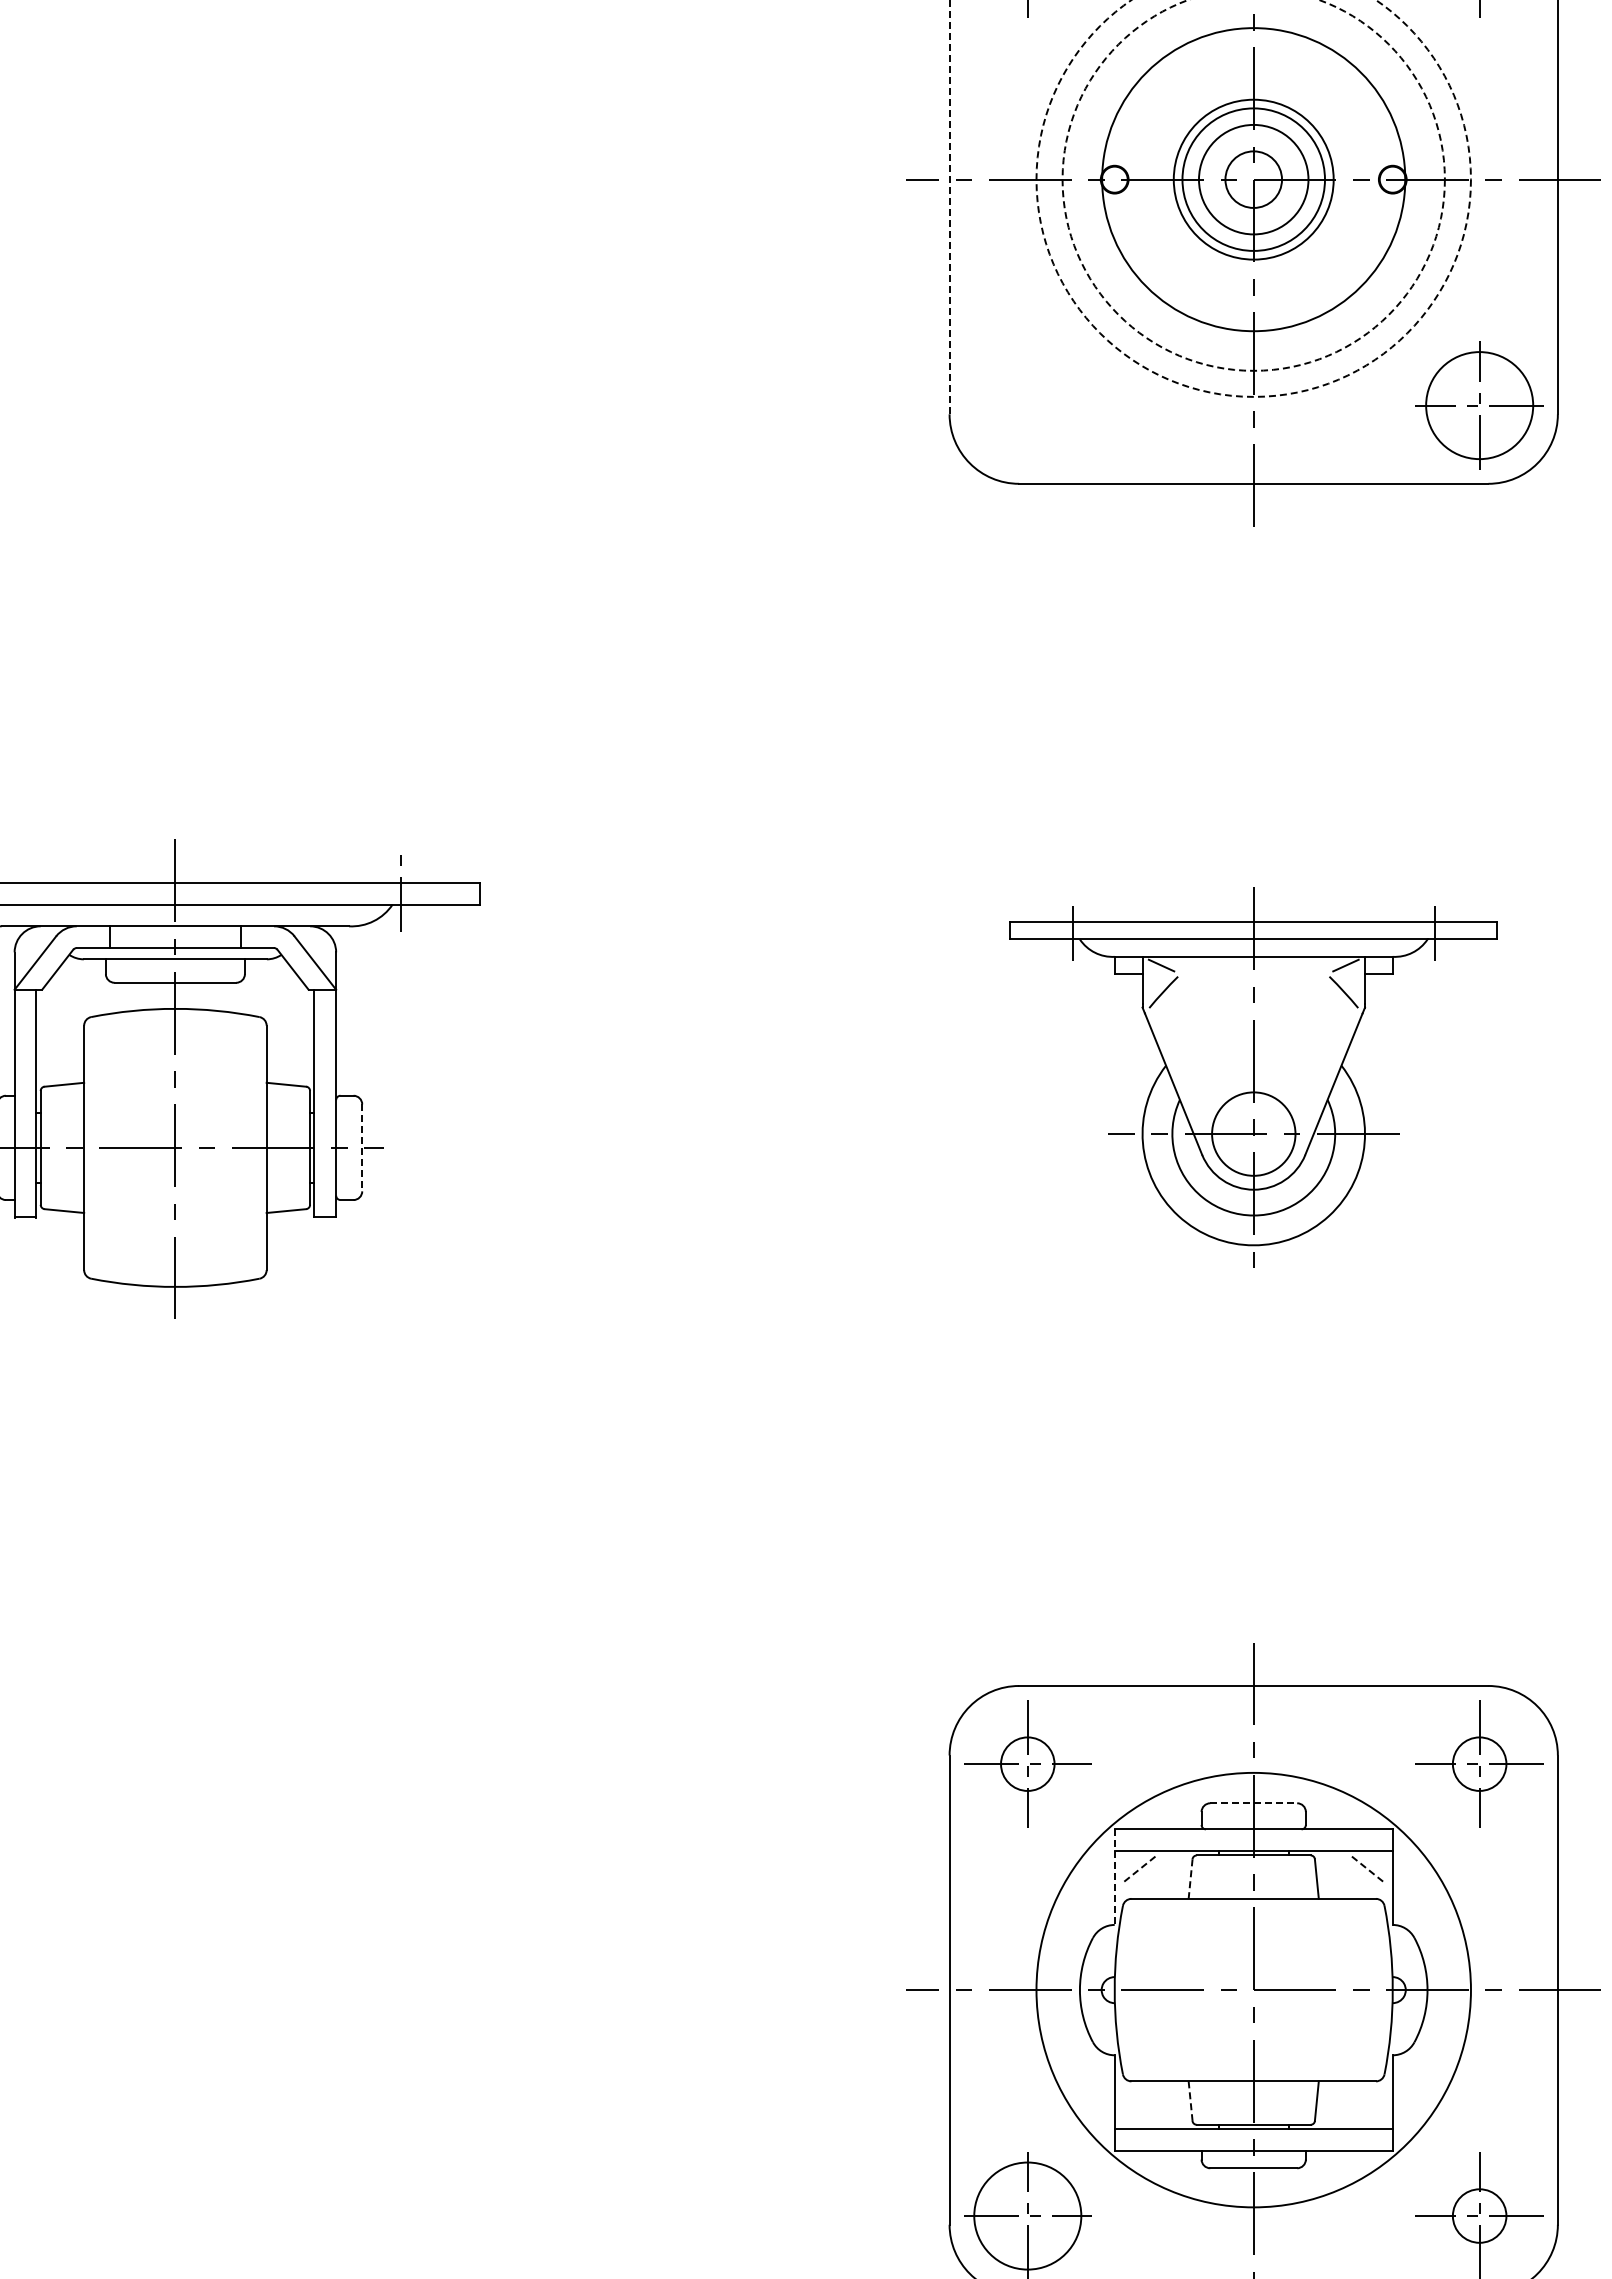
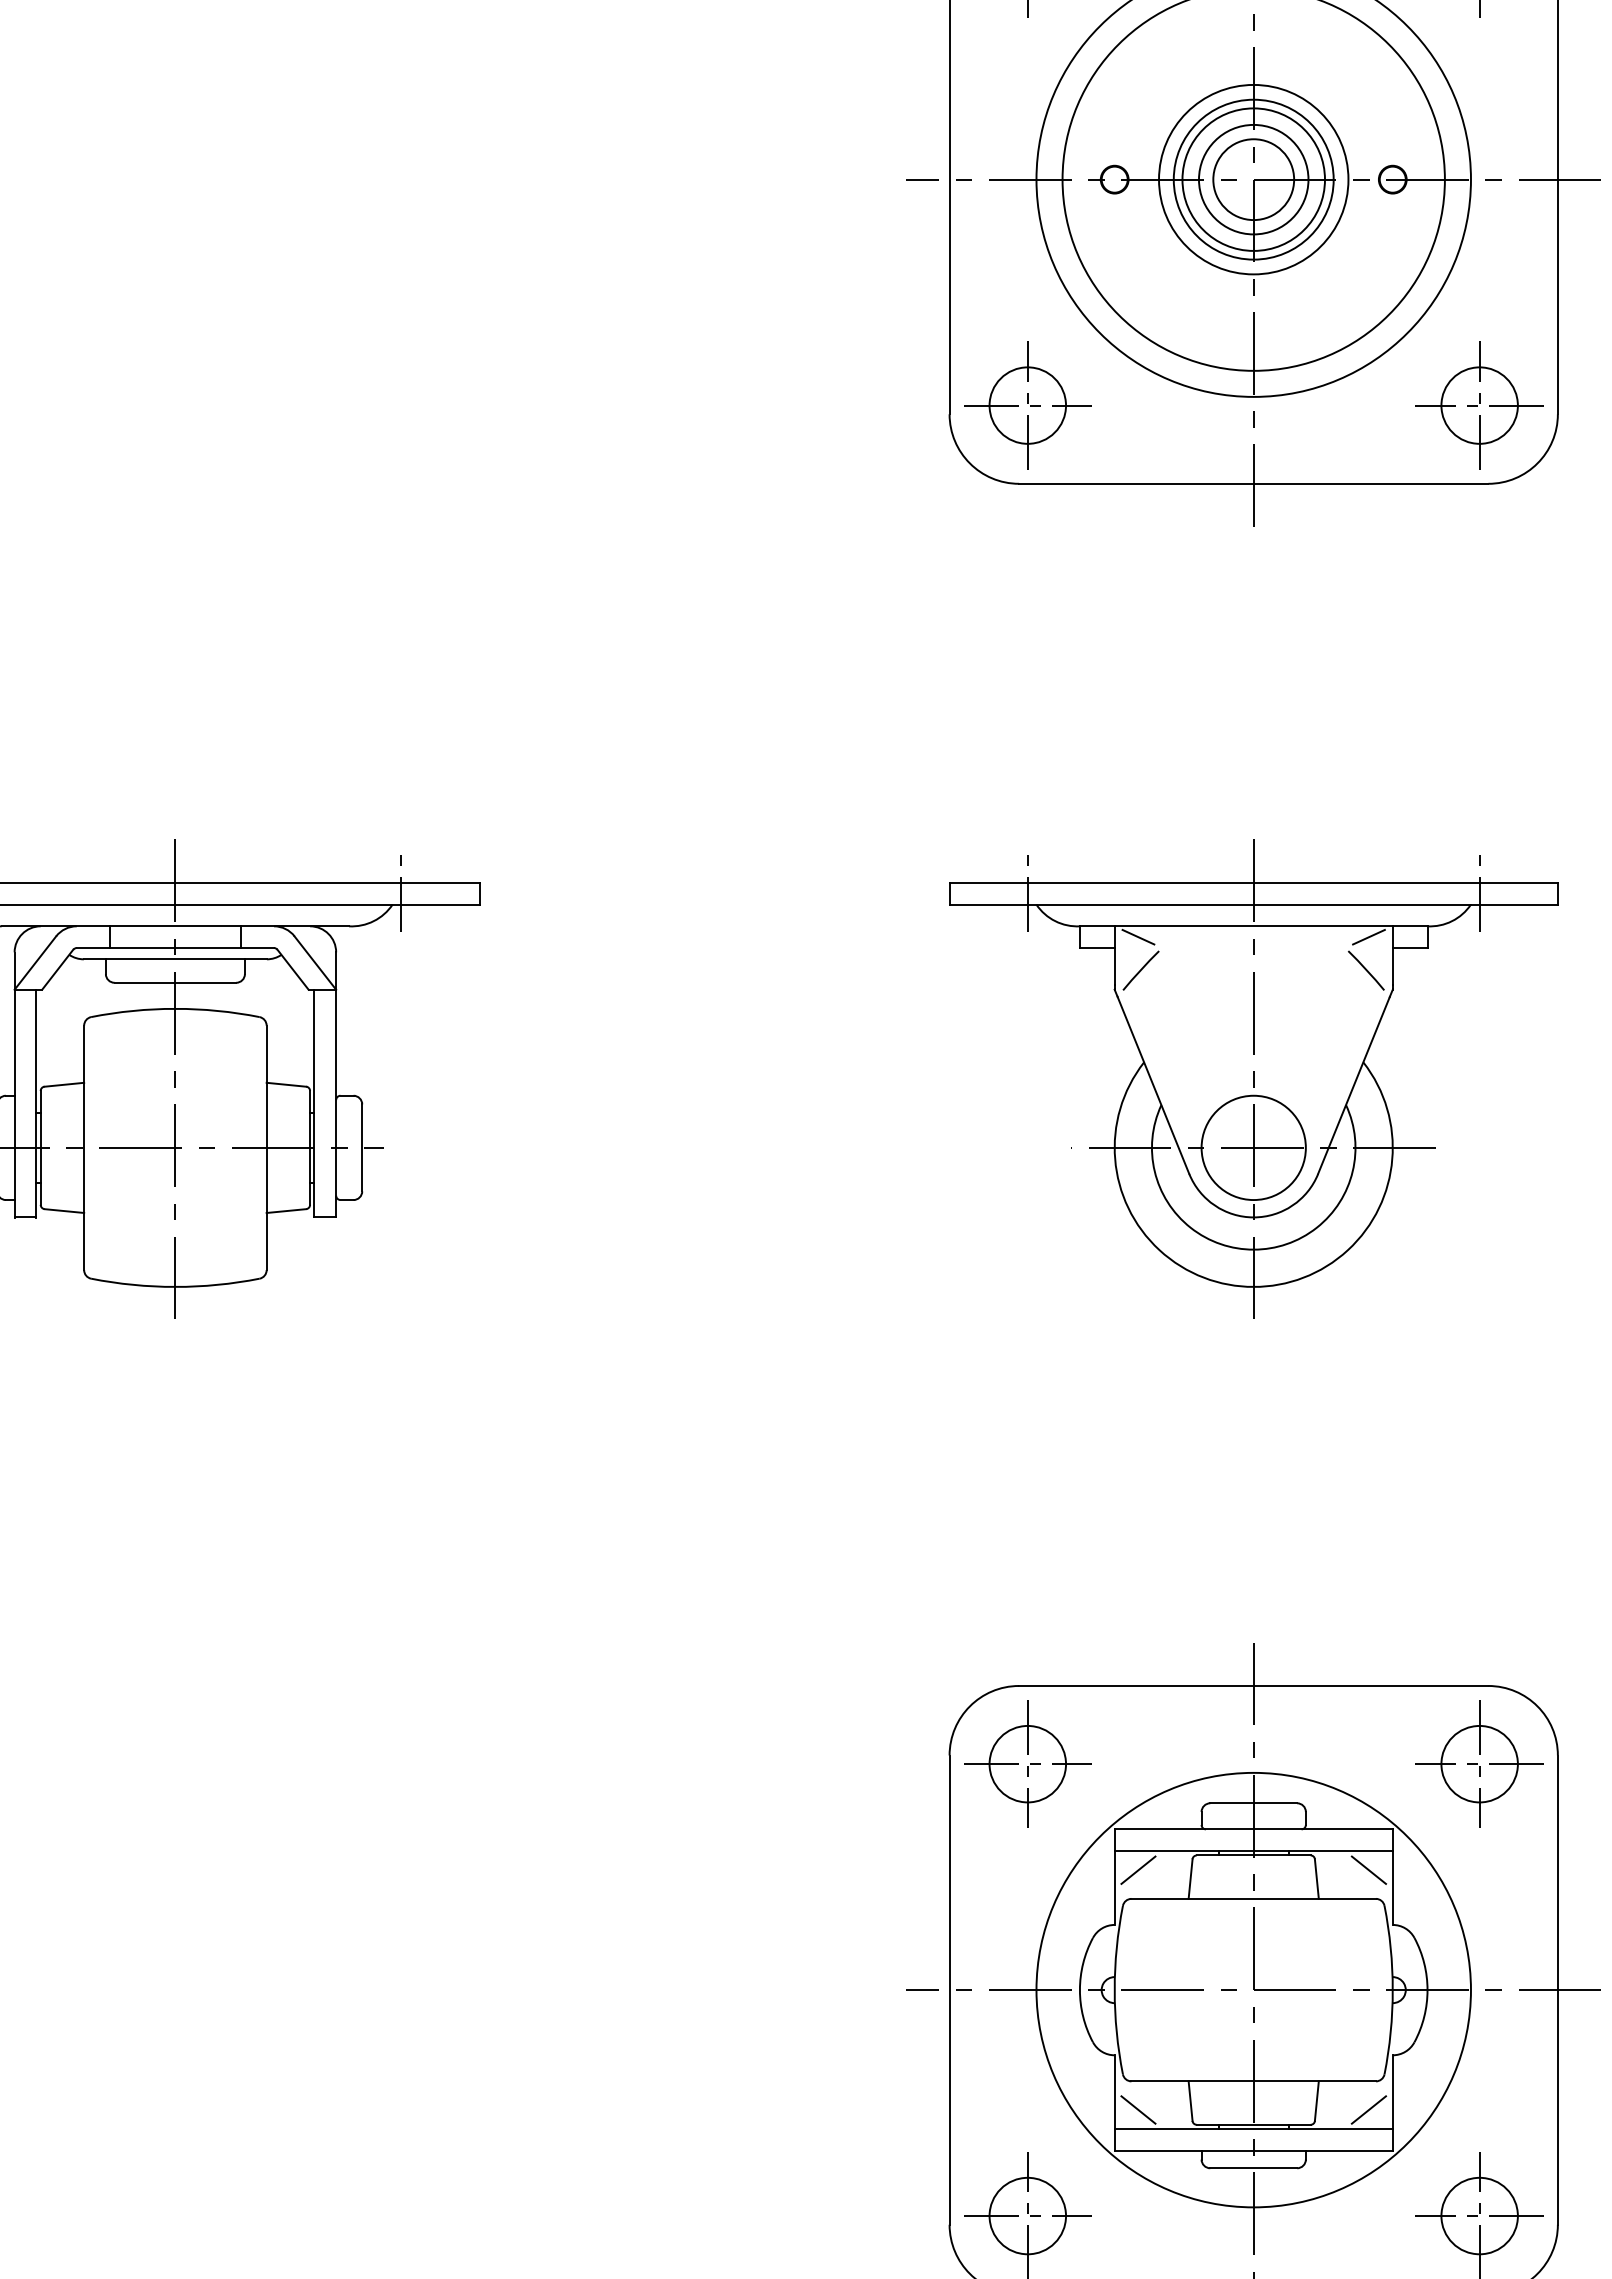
circle at (1253, 179) diameter: 303 px -> 189 px
circle at (1253, 179) diameter: 57 px -> 81 px
circle at (1253, 185): dashed -> solid
circle at (1253, 198): dashed -> solid
line at (949, 207): dashed -> solid
part at (1027, 405): none -> present
circle at (1479, 405) diameter: 107 px -> 76 px
part at (1253, 1077) size: 489x381 px -> 610x480 px
line at (362, 1148): dashed -> solid
circle at (1027, 1763) diameter: 54 px -> 76 px
circle at (1479, 1763) diameter: 54 px -> 76 px
line at (1254, 1803): dashed -> solid
line at (1138, 1870): dashed -> solid
line at (1368, 1870): dashed -> solid
line at (1114, 1877): dashed -> solid
line at (1190, 1879): dashed -> solid
line at (1190, 2101): dashed -> solid
line at (1138, 2109): none -> present
line at (1368, 2109): none -> present
circle at (1027, 2215) diameter: 107 px -> 76 px
circle at (1479, 2215) diameter: 54 px -> 76 px
